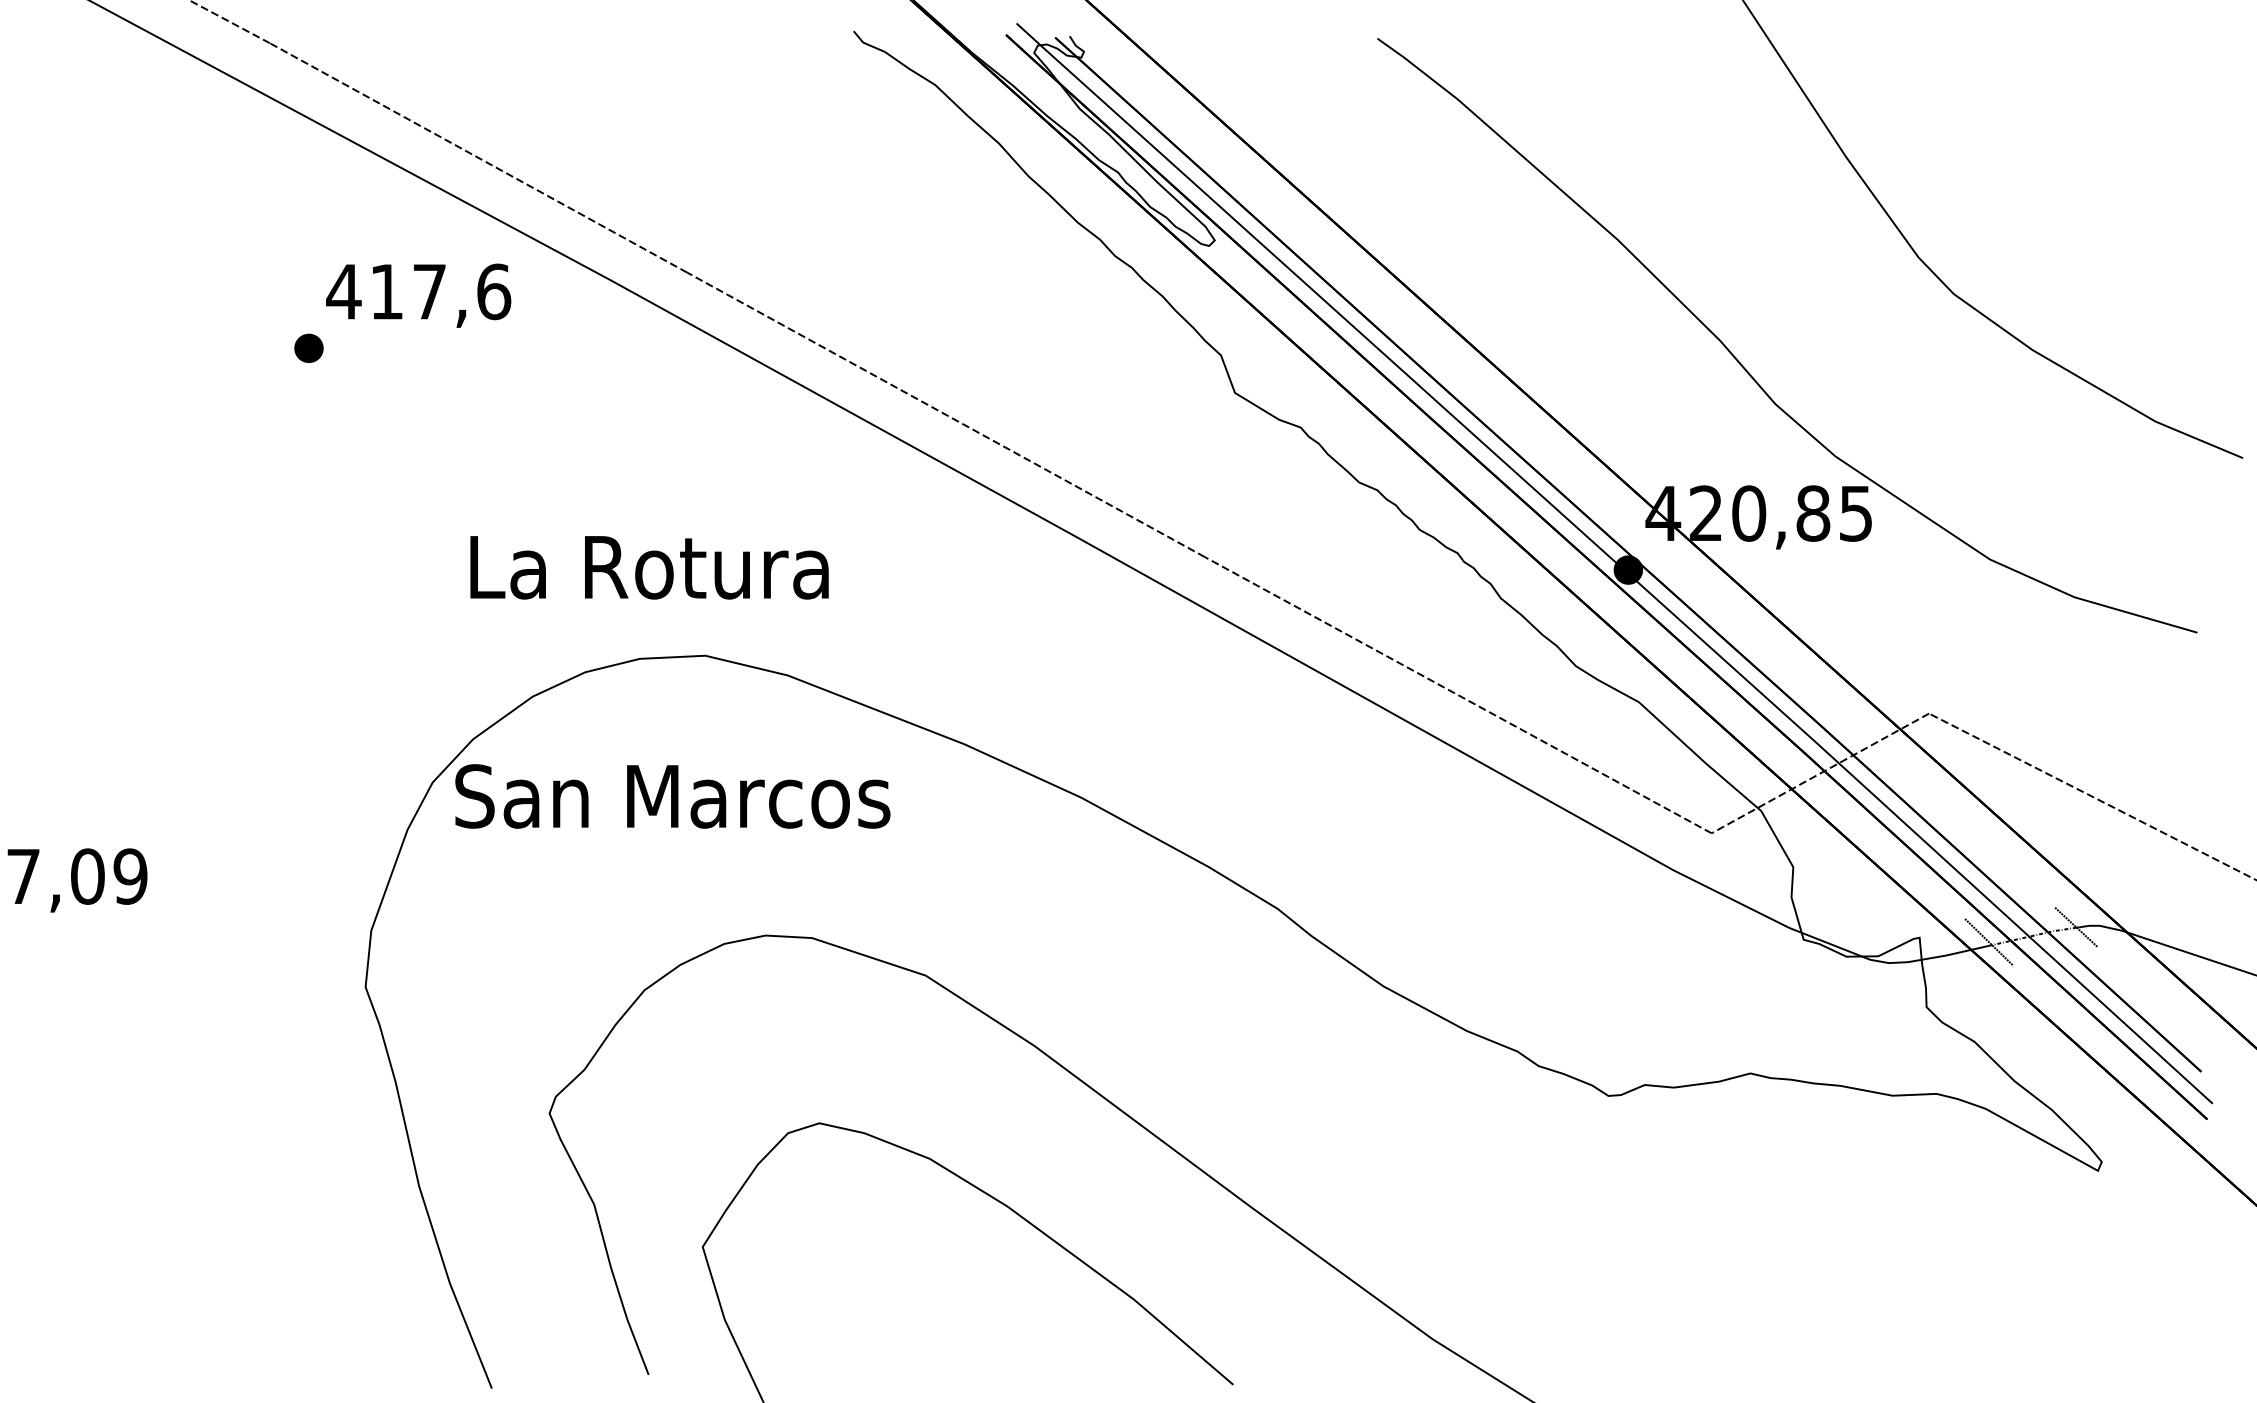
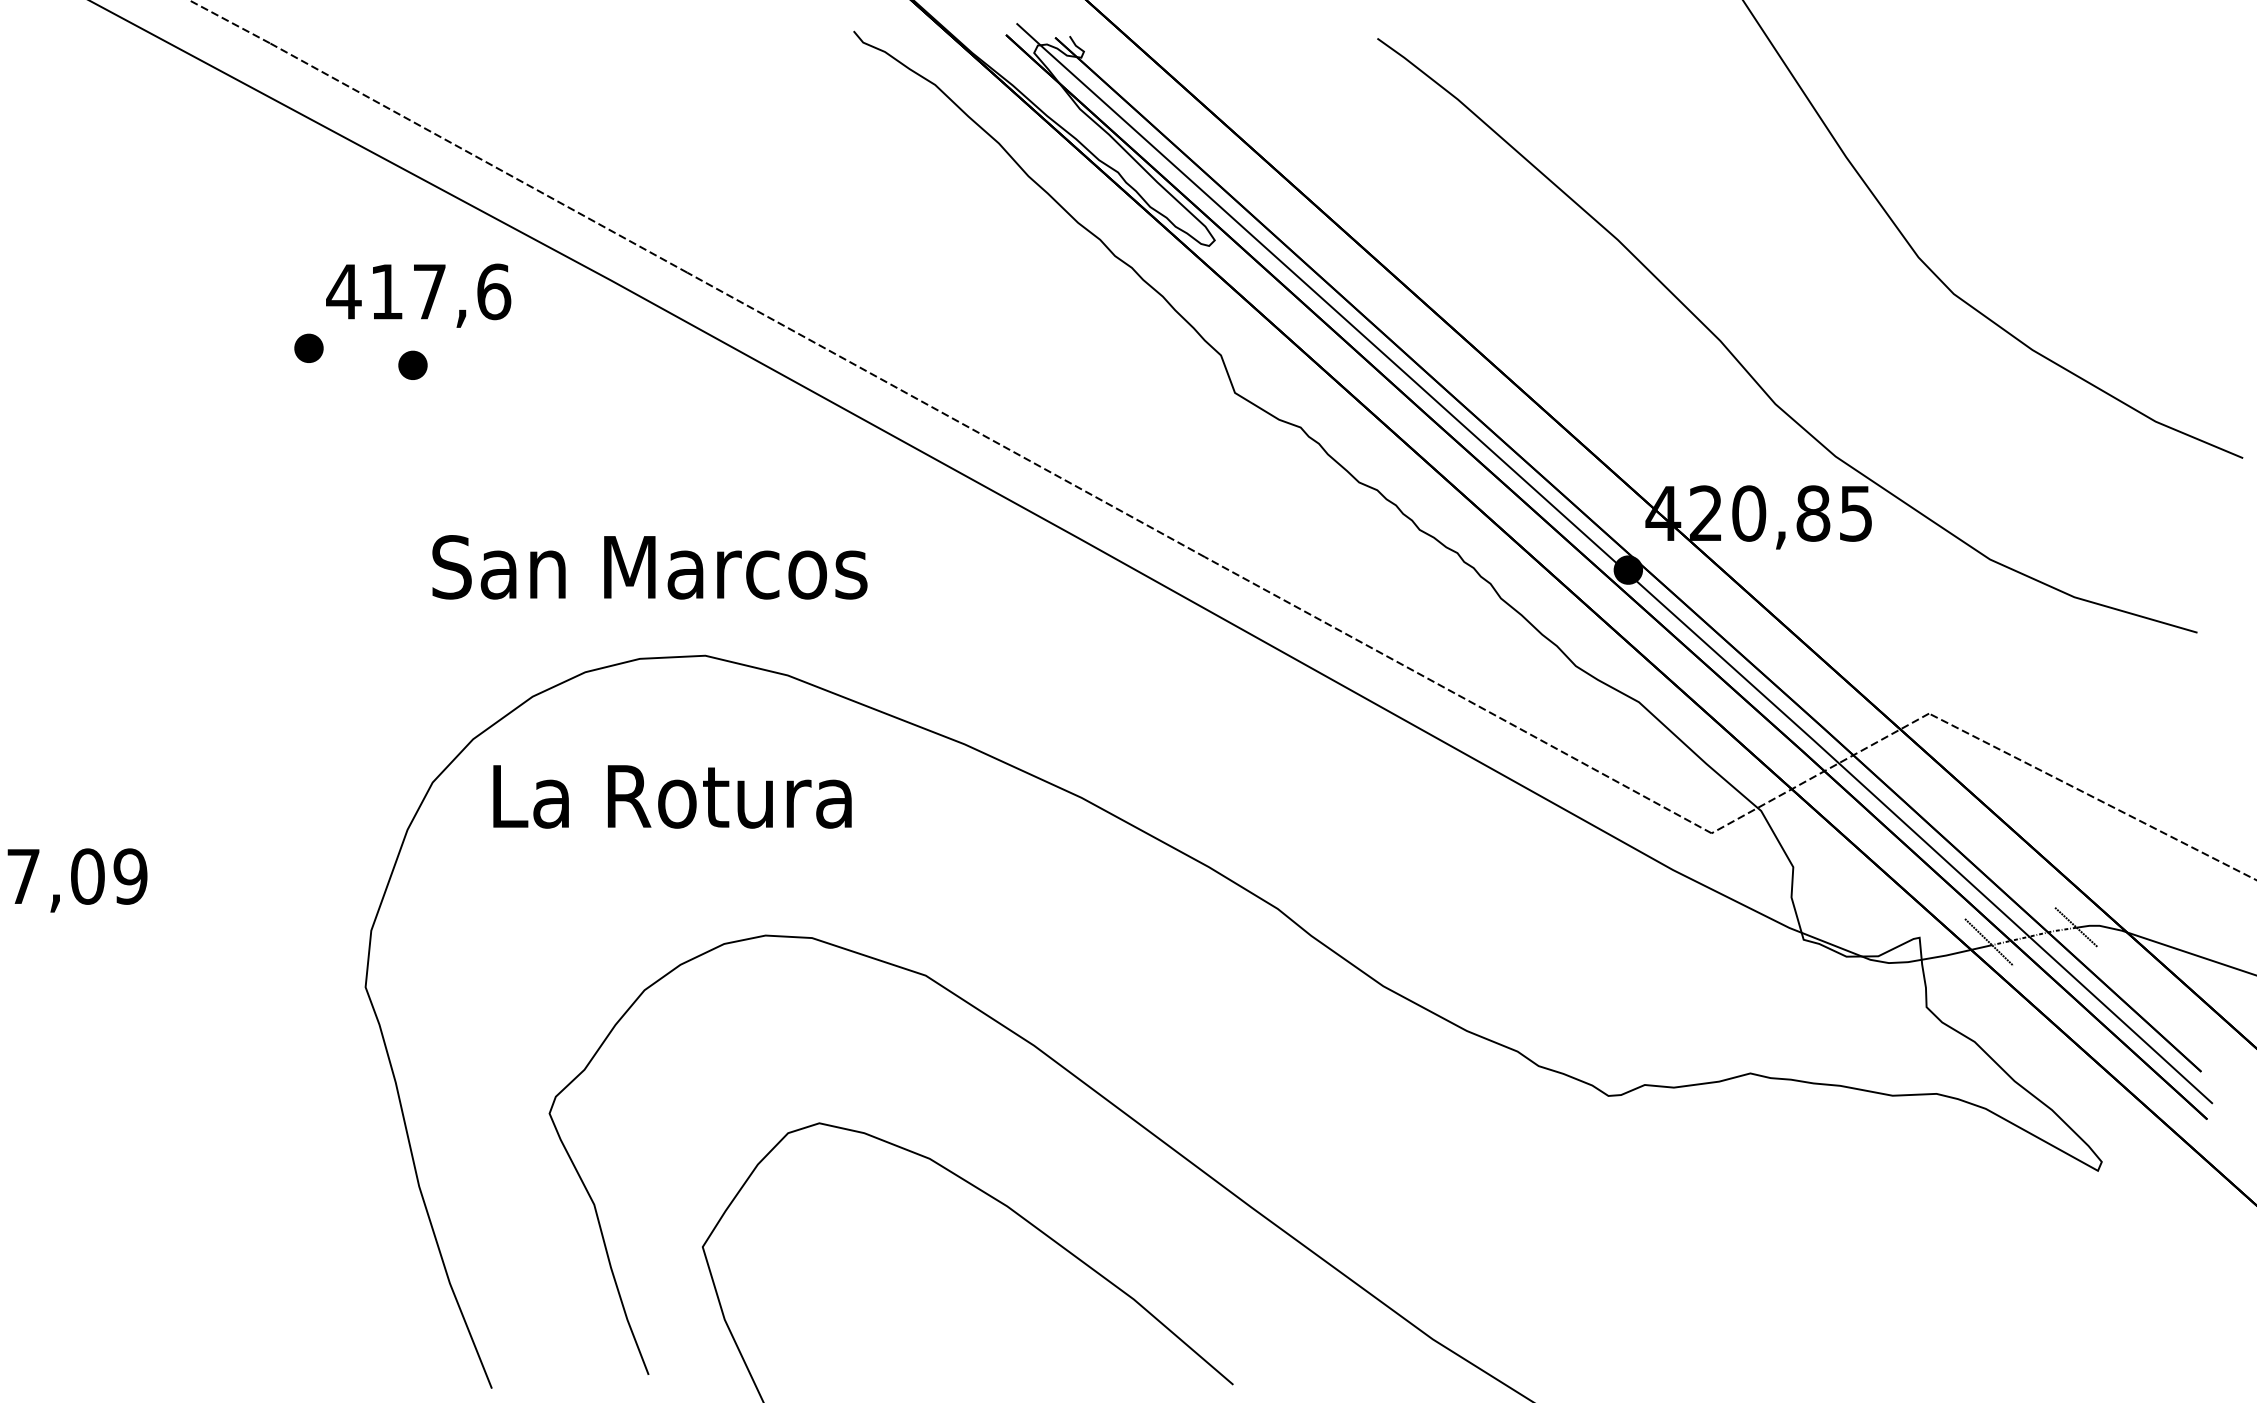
part at (412, 364): none -> present
text at (649, 567): La Rotura -> San Marcos
text at (672, 796): San Marcos -> La Rotura
